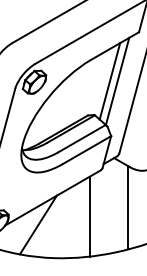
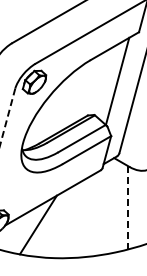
line at (109, 81): present -> none
line at (7, 117): solid -> dashed
line at (128, 207): solid -> dashed
line at (89, 216): present -> none
